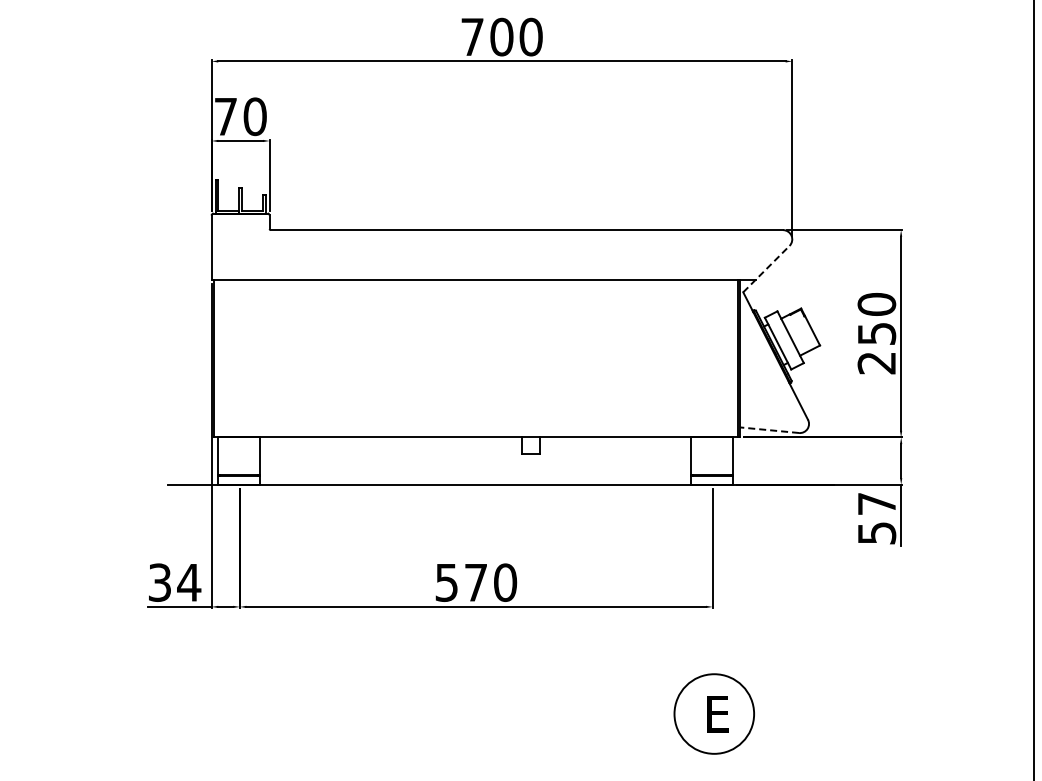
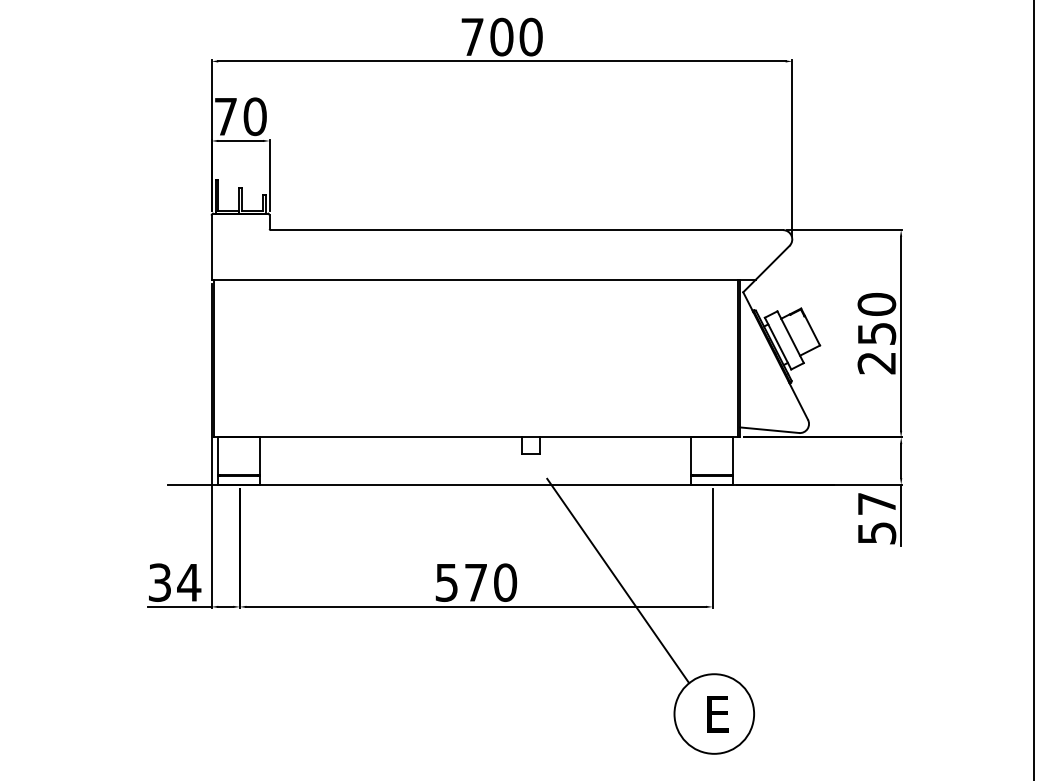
line at (766, 269): dashed -> solid
line at (769, 430): dashed -> solid
line at (618, 580): none -> present
